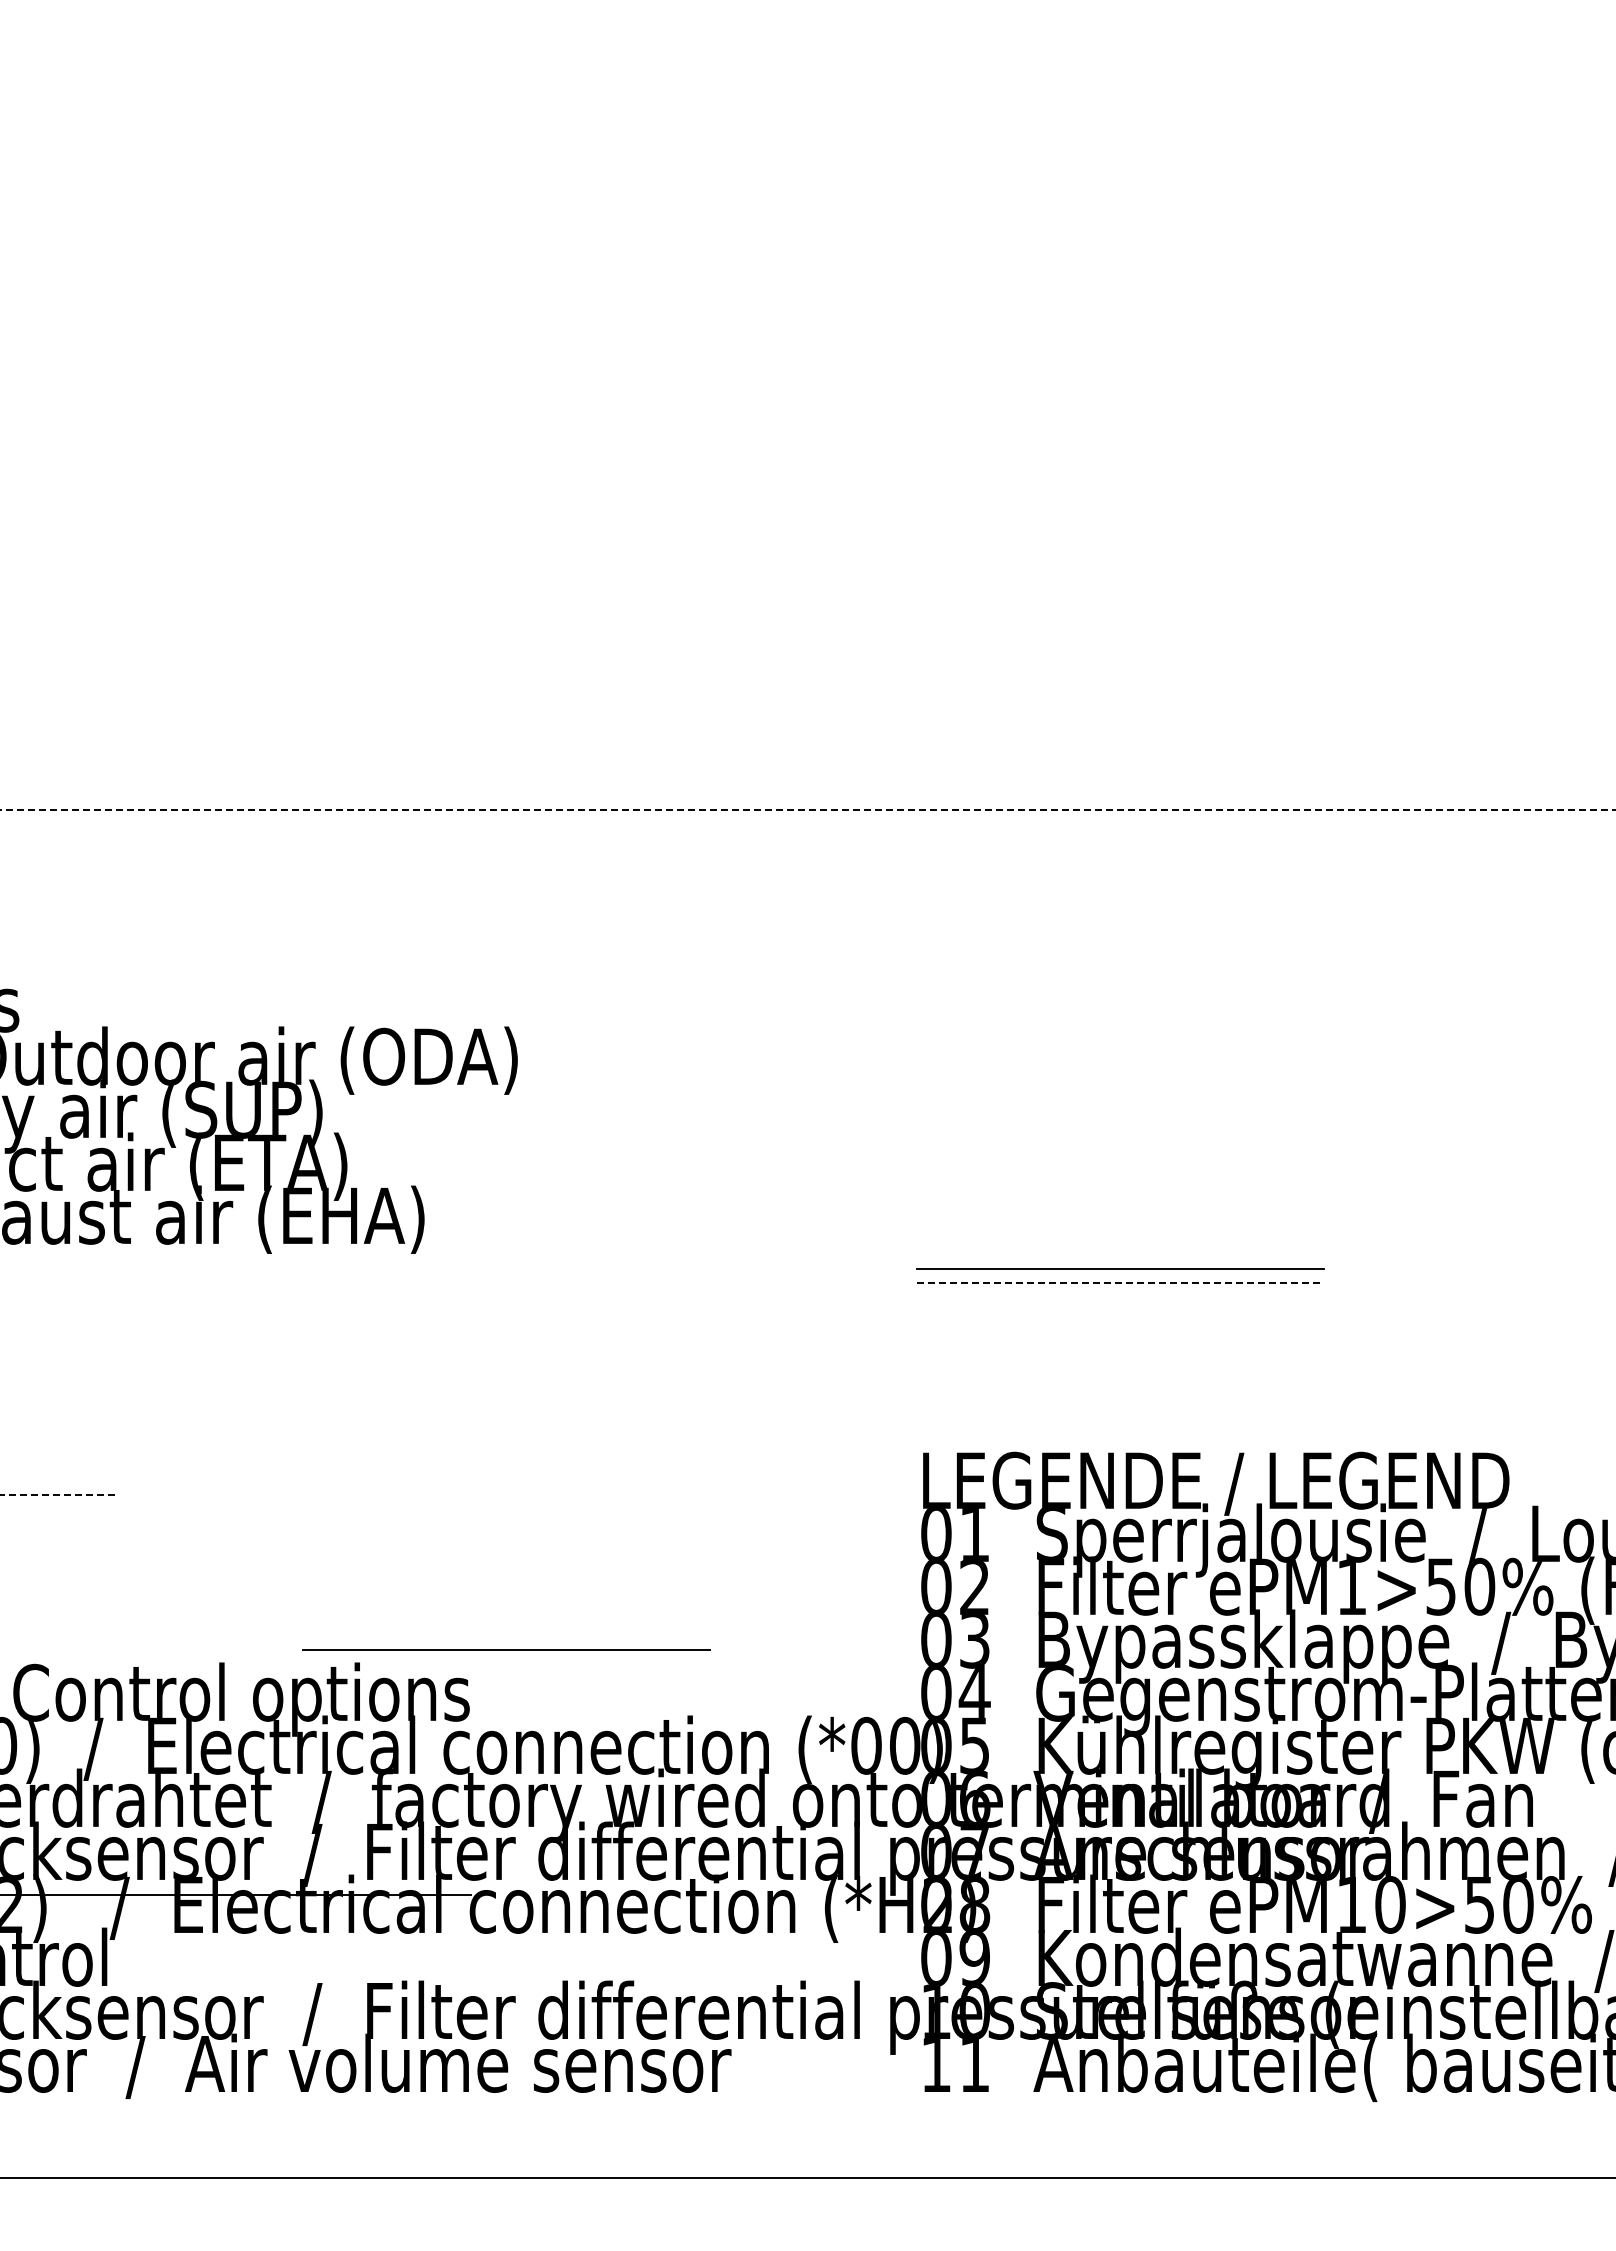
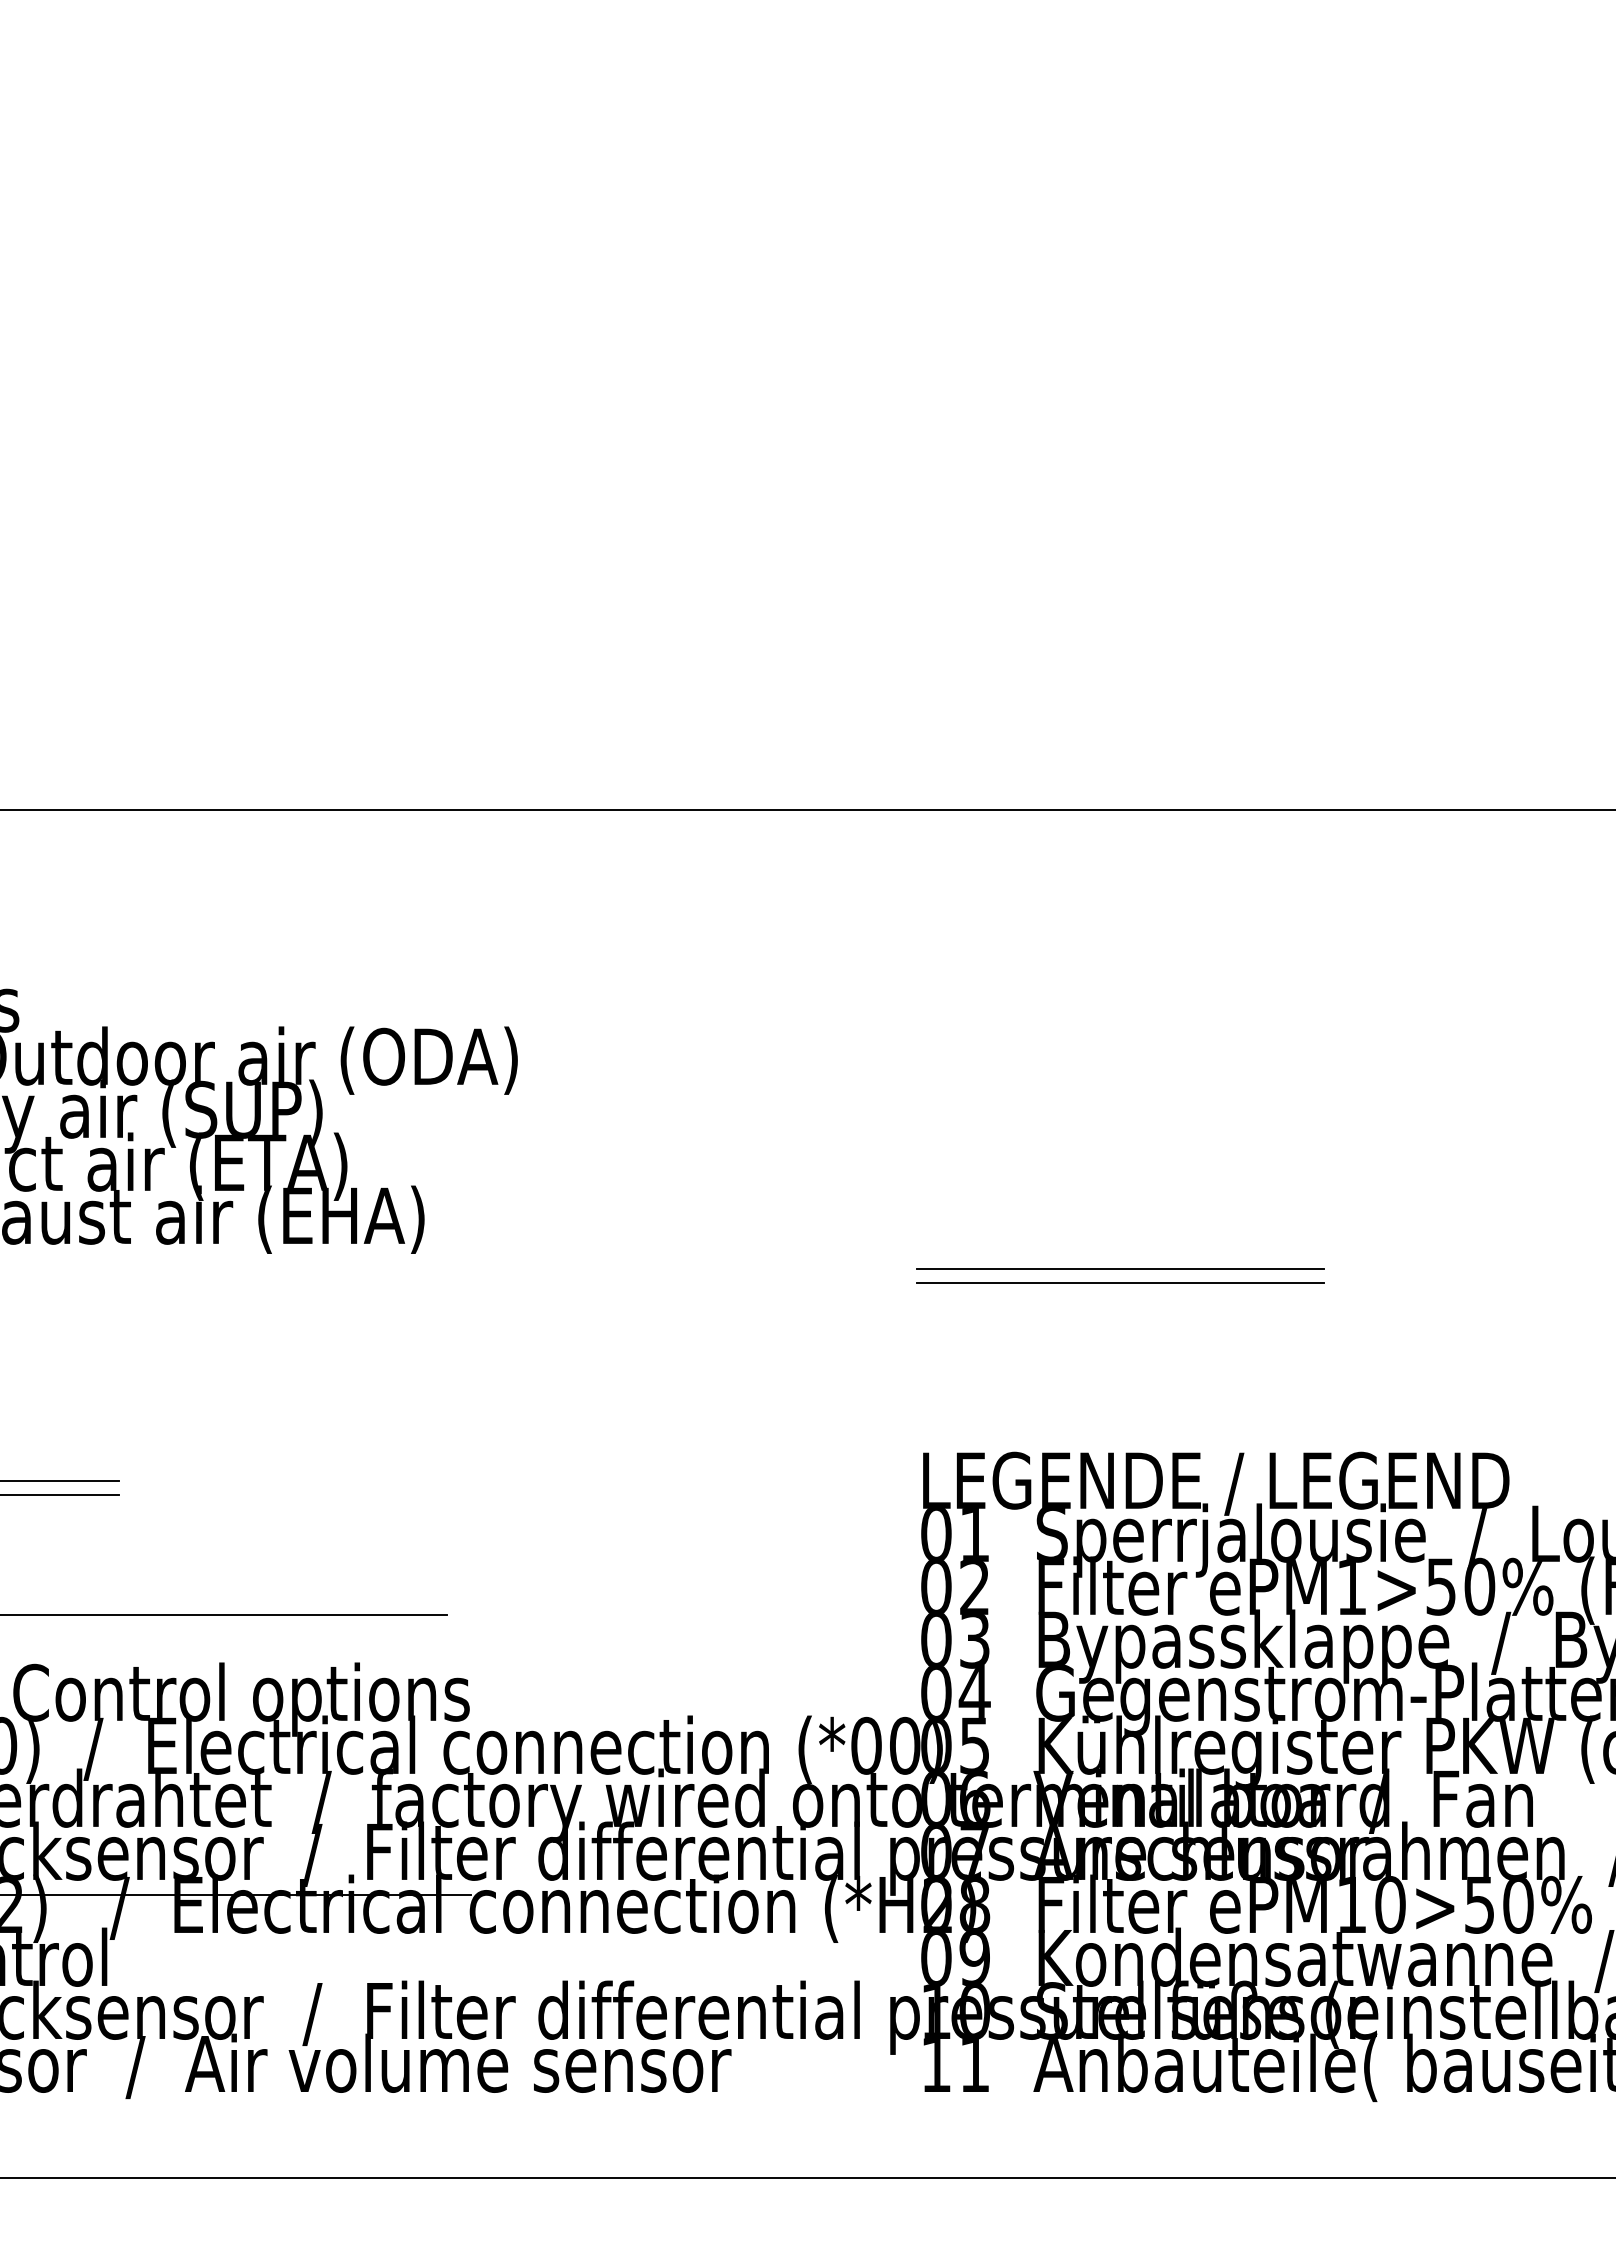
line at (807, 809): dashed -> solid
line at (1120, 1282): dashed -> solid
line at (60, 1480): none -> present
line at (59, 1494): dashed -> solid
line at (224, 1615): none -> present
line at (506, 1649): present -> none
